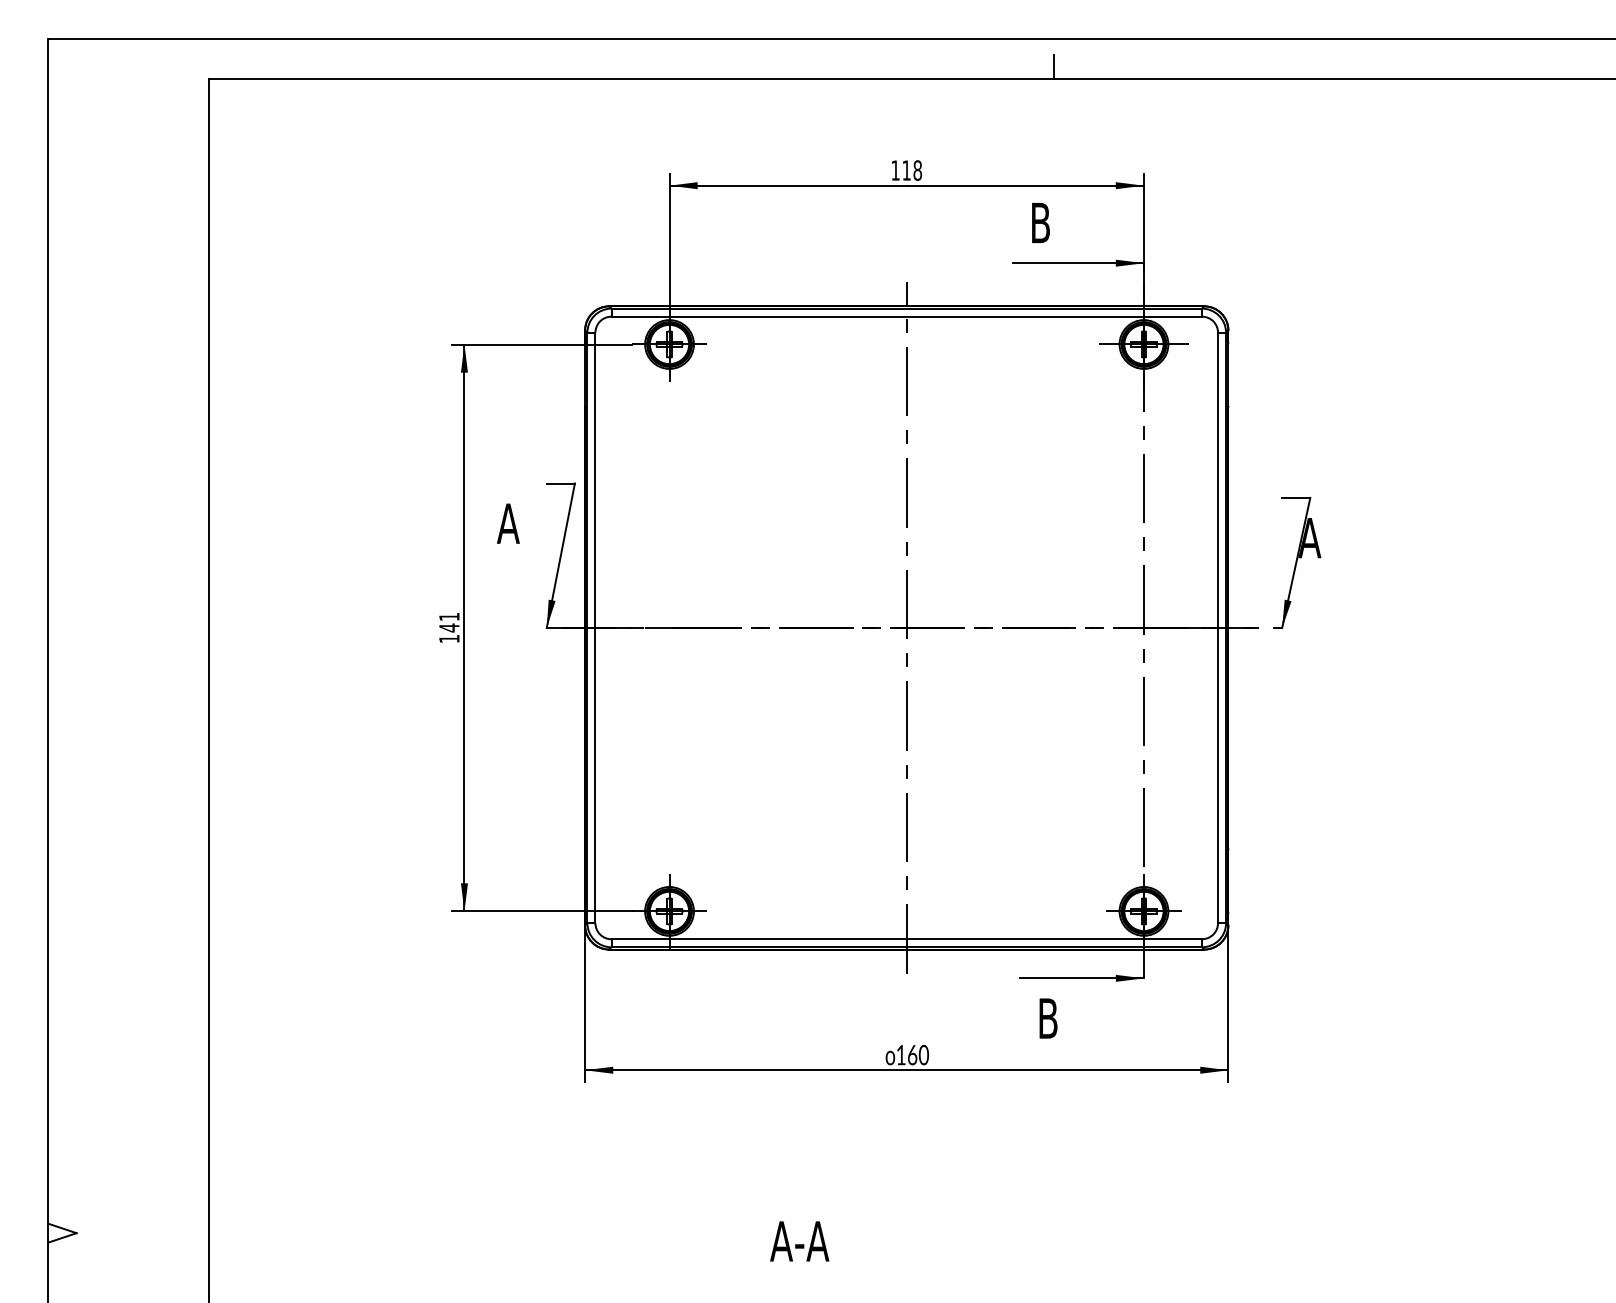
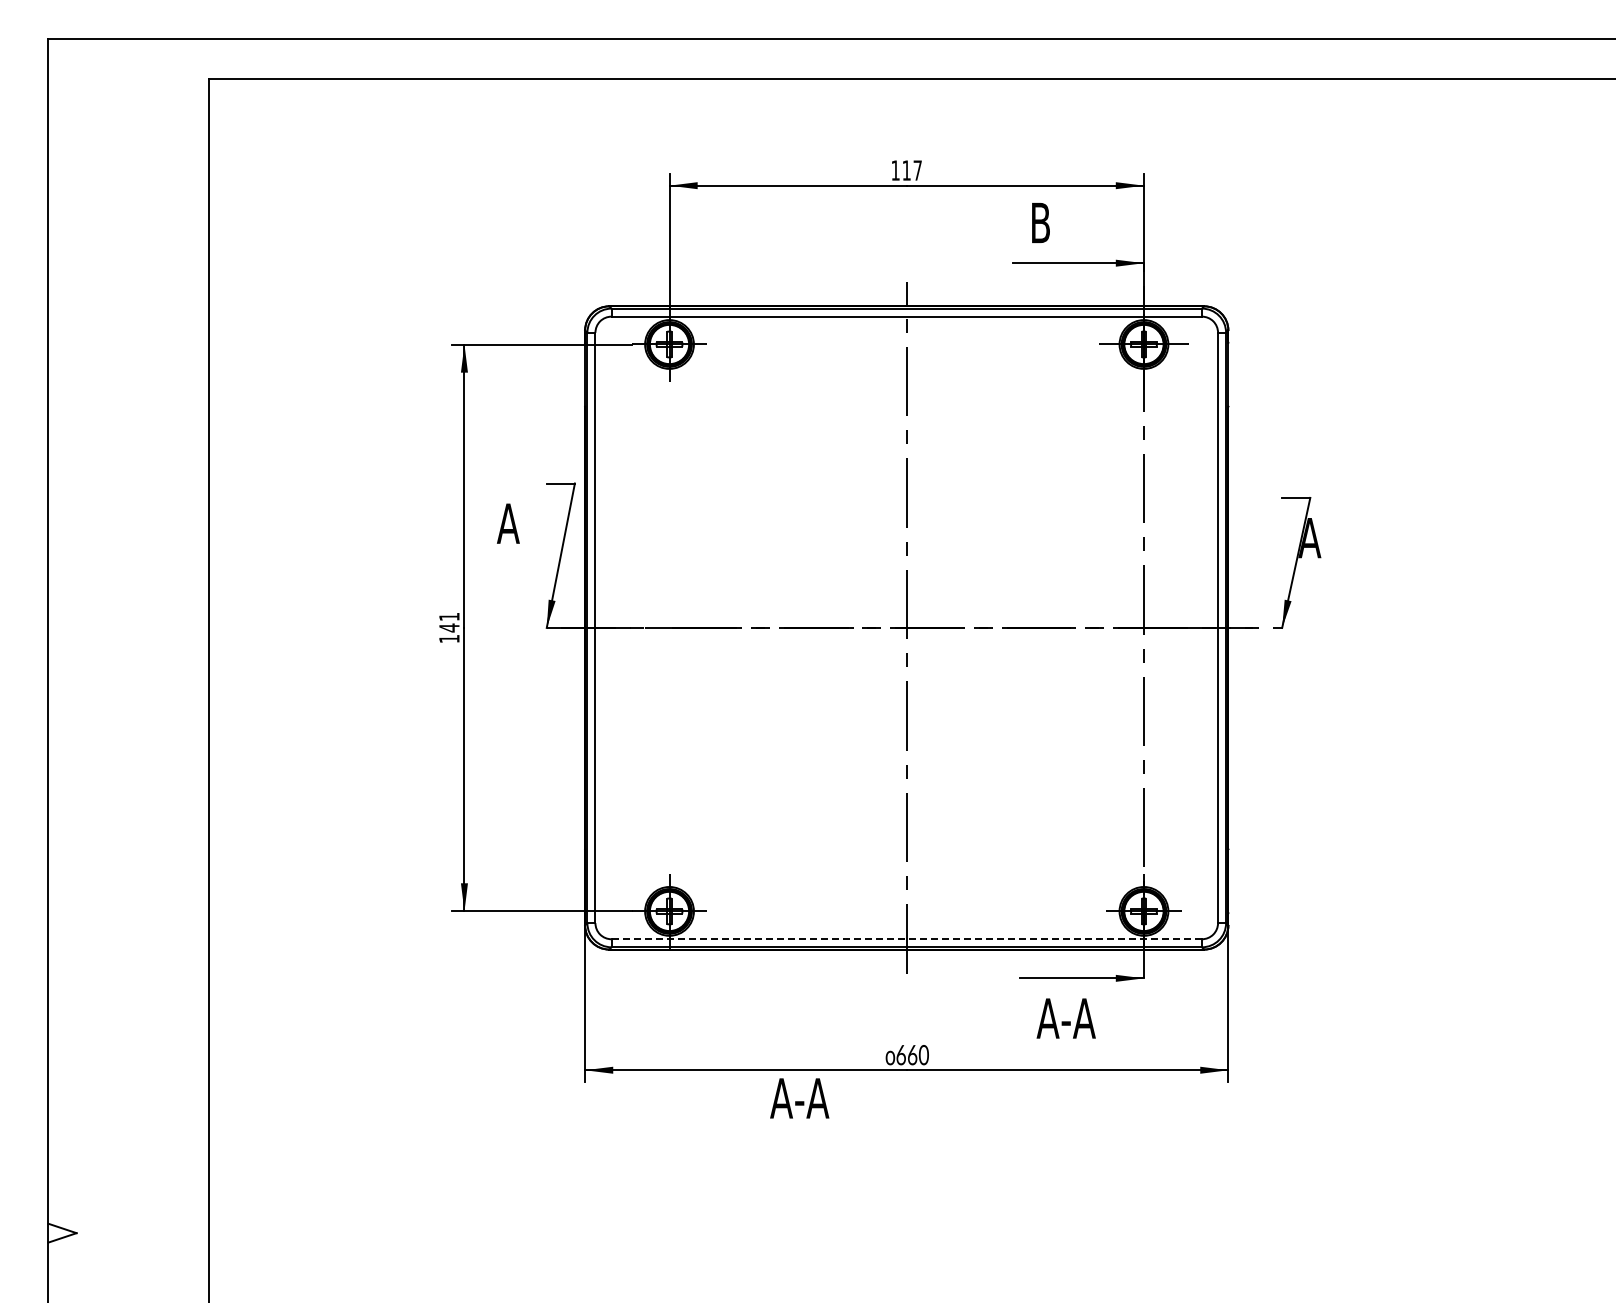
line at (1053, 67): present -> none
text at (917, 170): 118 -> 117
line at (907, 939): solid -> dashed
text at (1065, 1018): B -> A-A
text at (900, 1055): 160 -> 660
text at (799, 1241) position: (799, 1241) -> (799, 1098)
